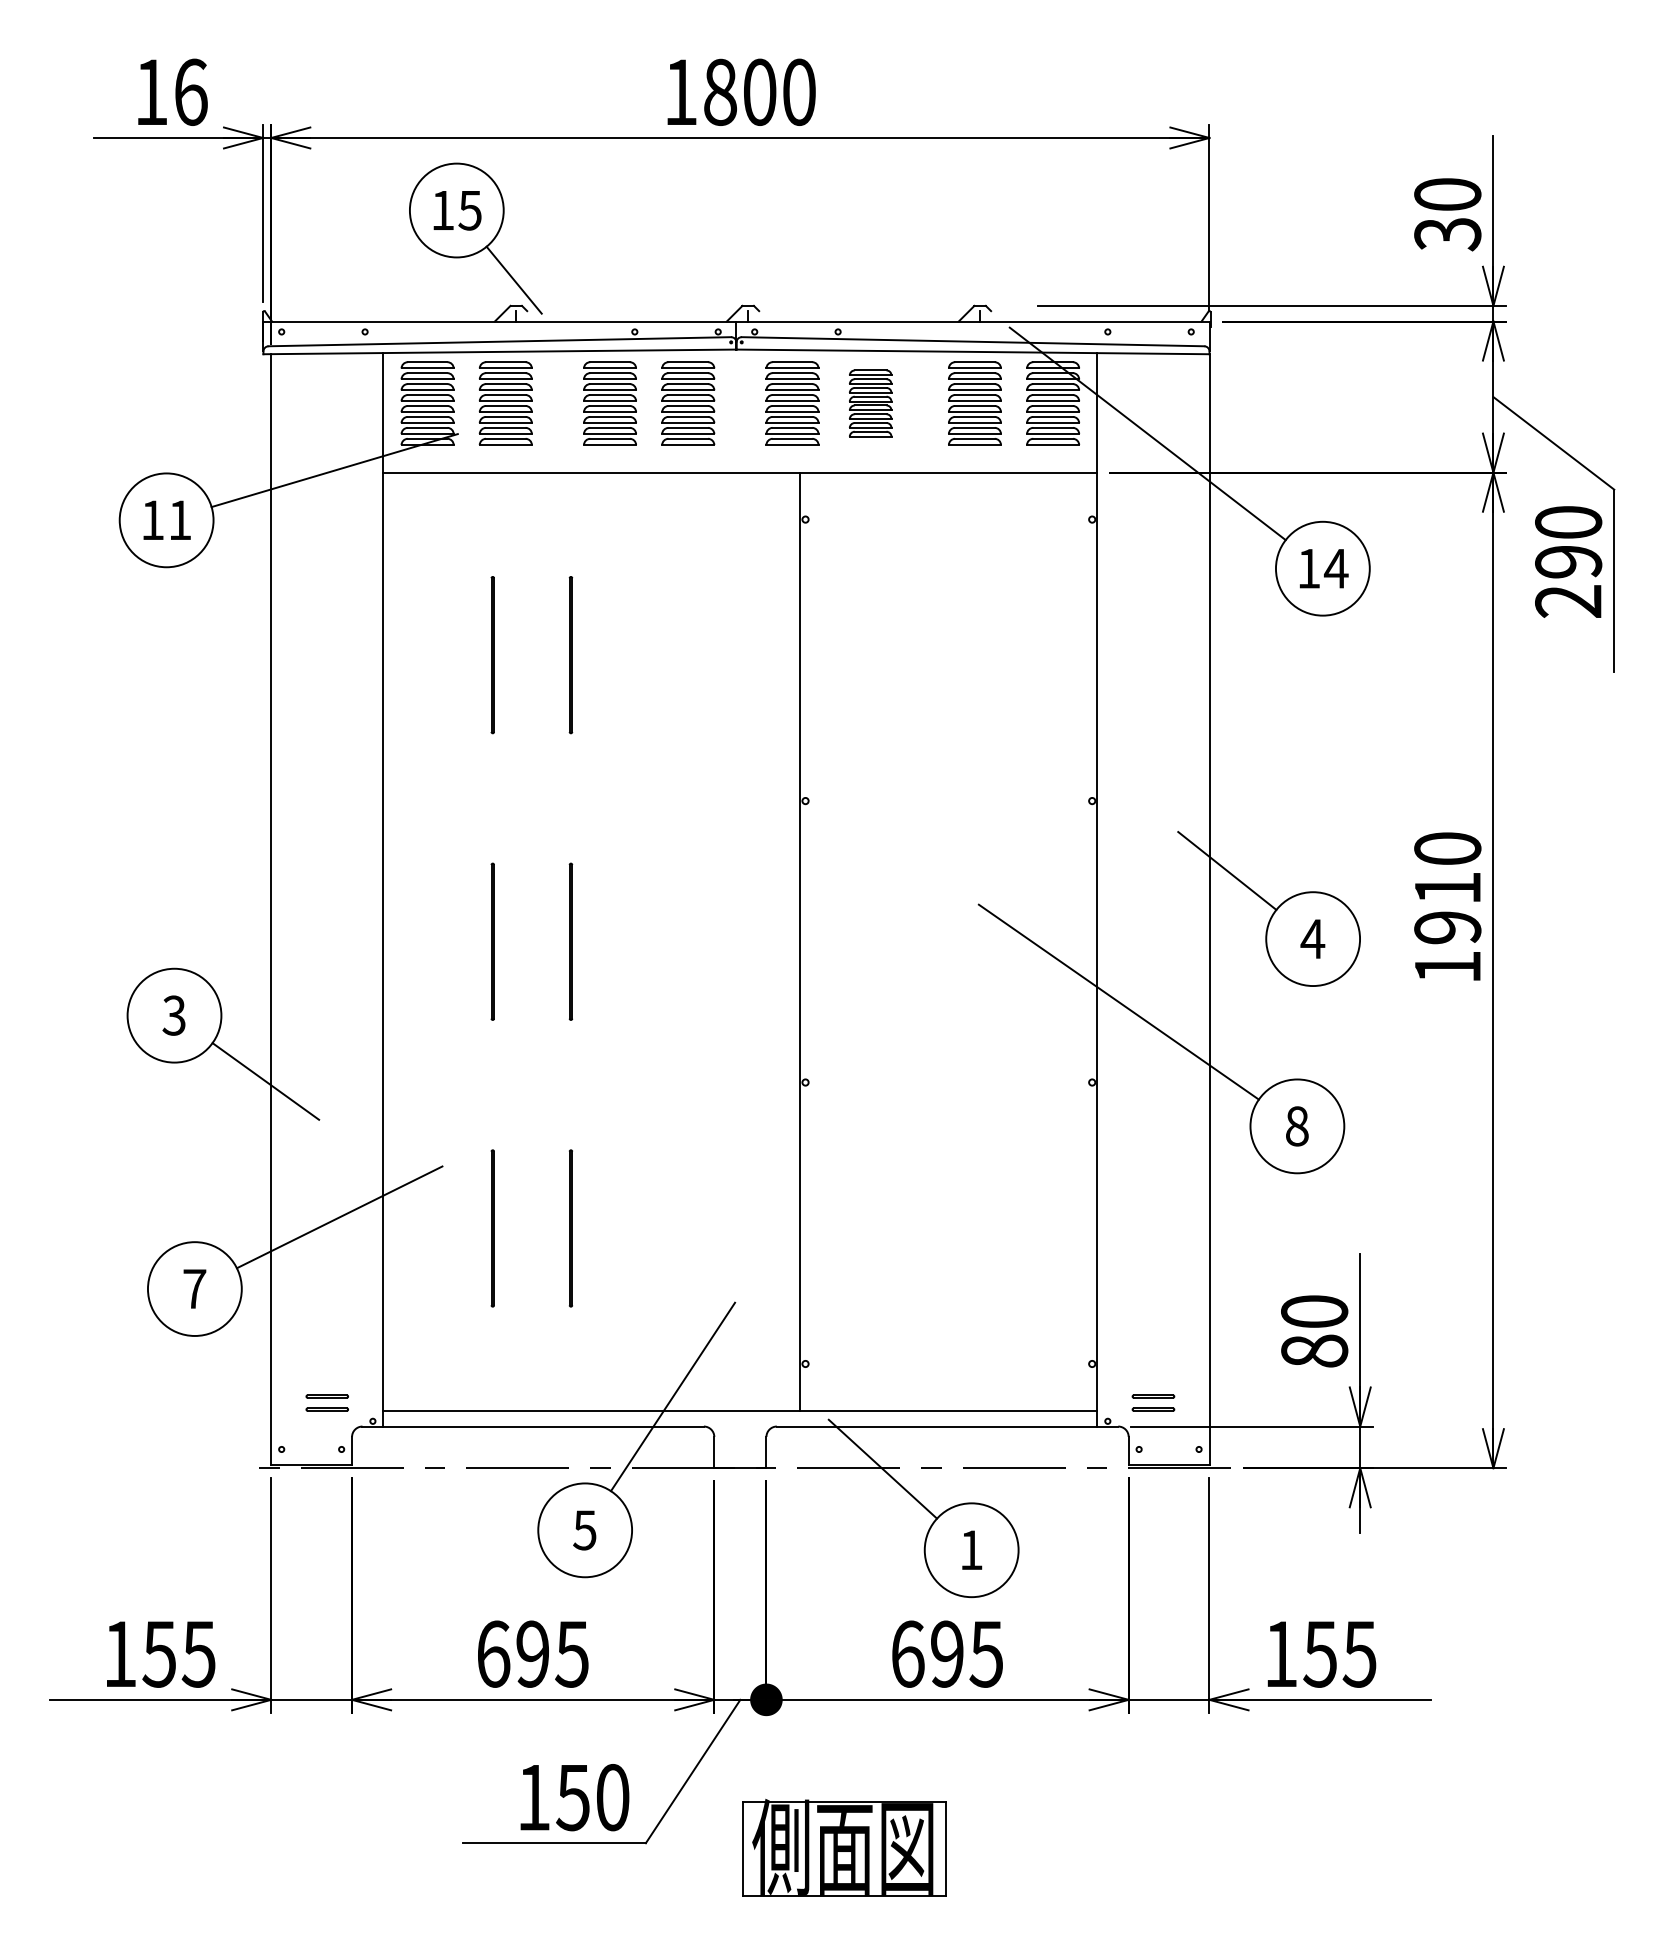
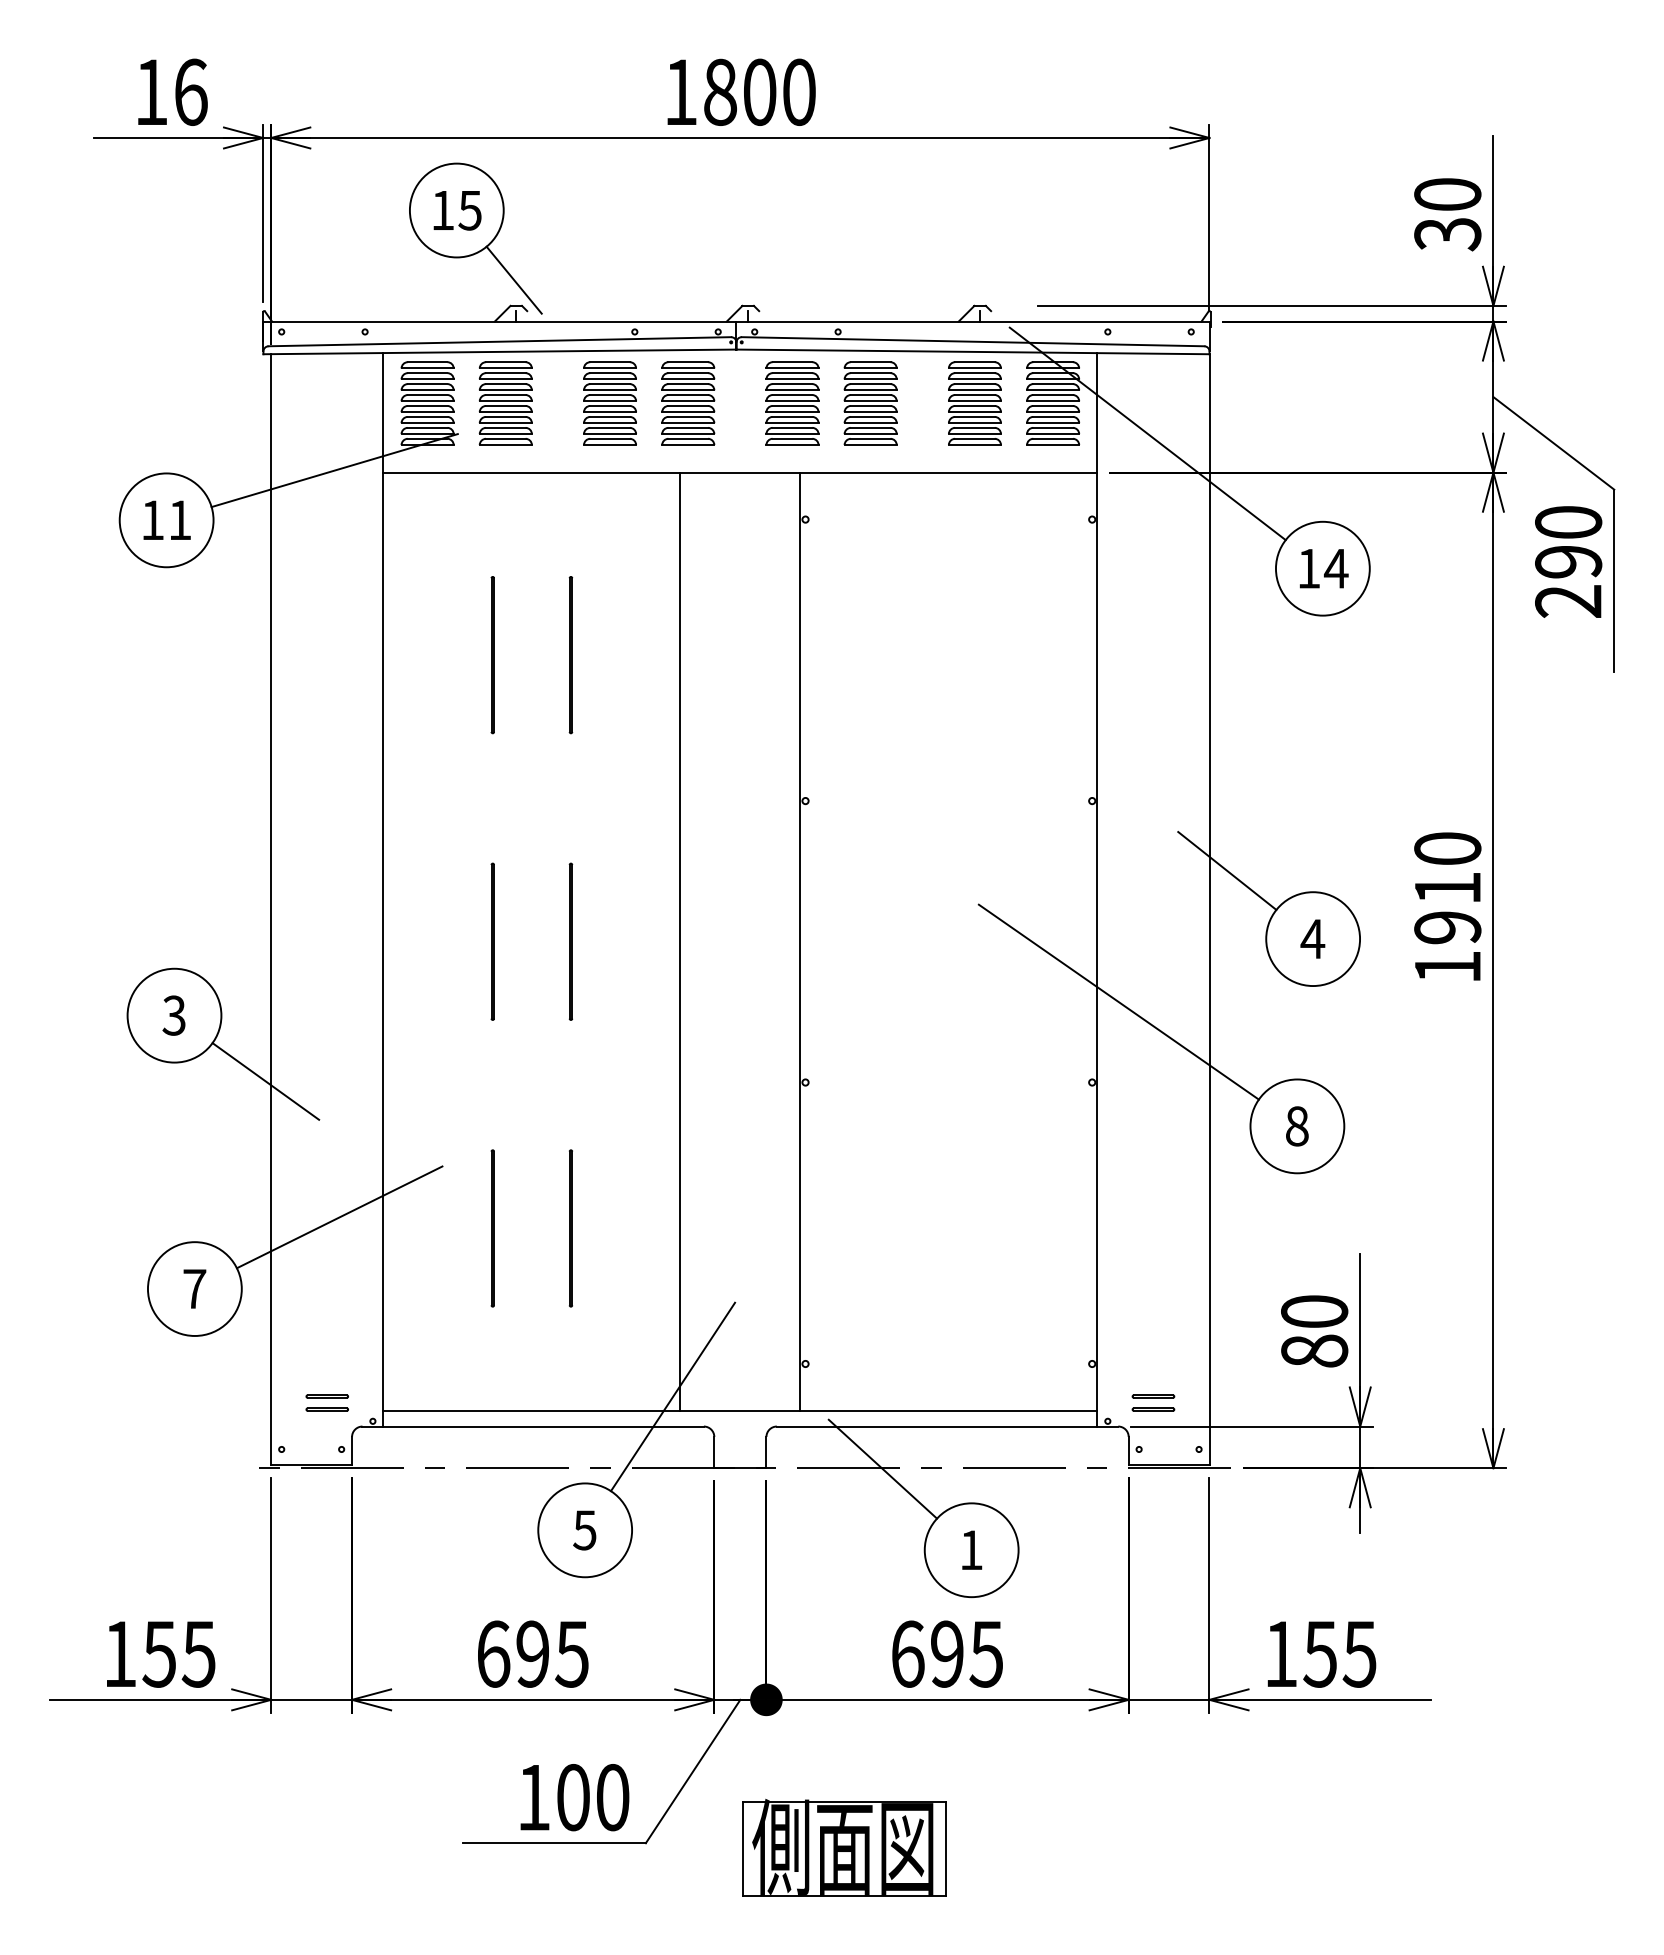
part at (870, 403) size: 44x69 px -> 55x85 px
line at (680, 941): none -> present
text at (572, 1797): 150 -> 100
